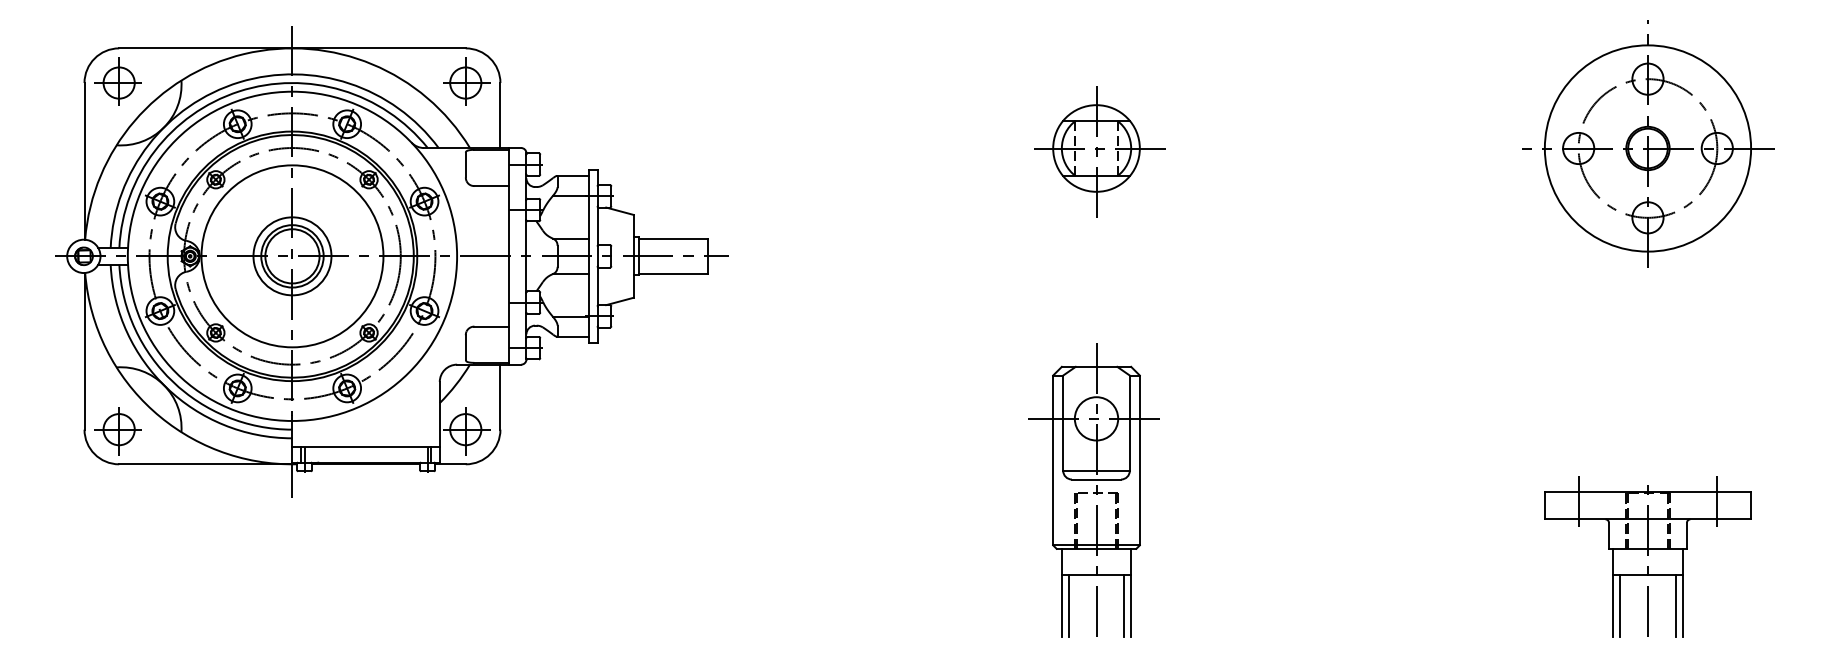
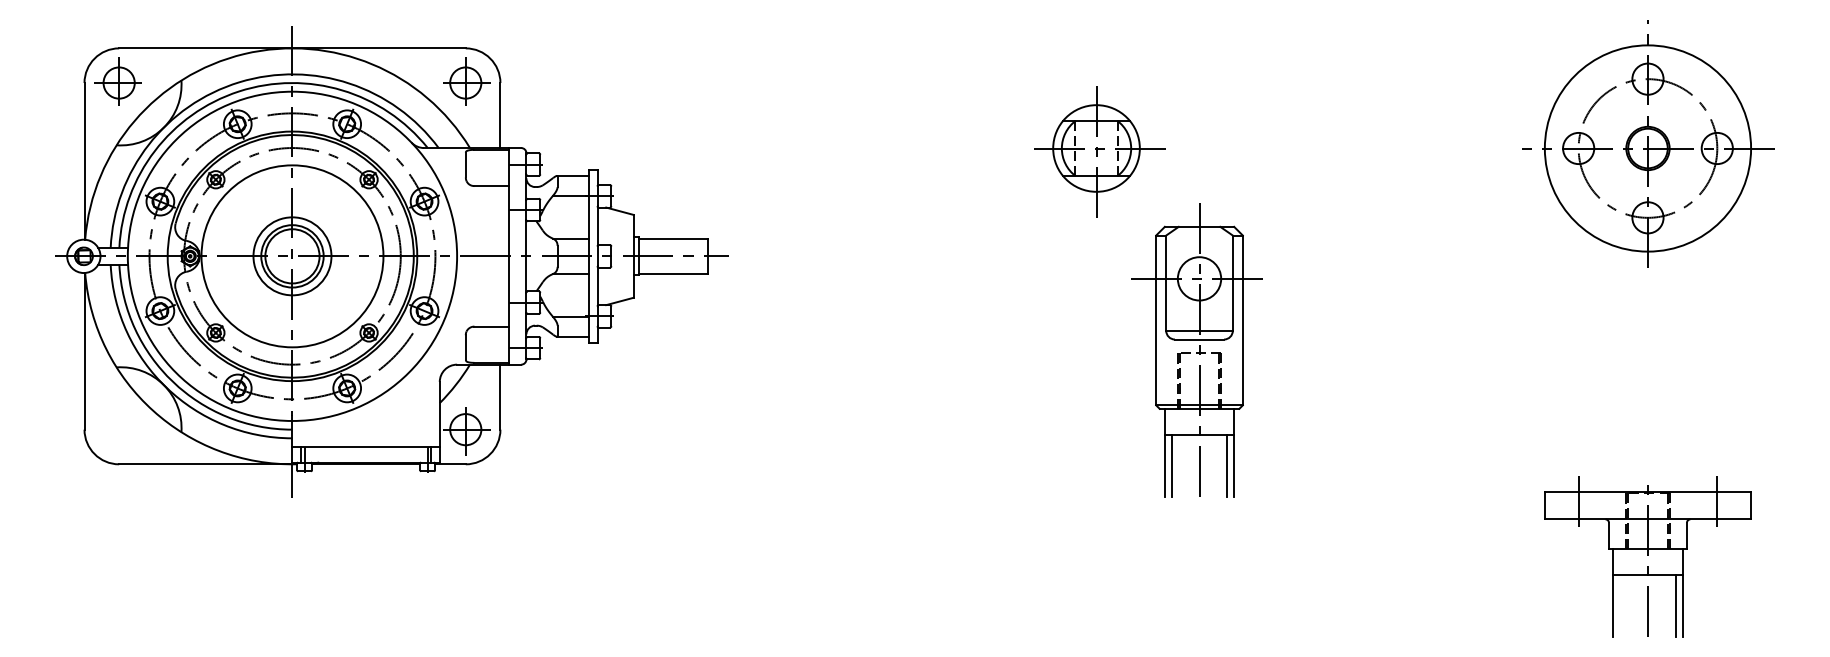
part at (117, 431): present -> none
part at (1093, 490) position: (1093, 490) -> (1196, 350)
line at (1620, 605): present -> none
